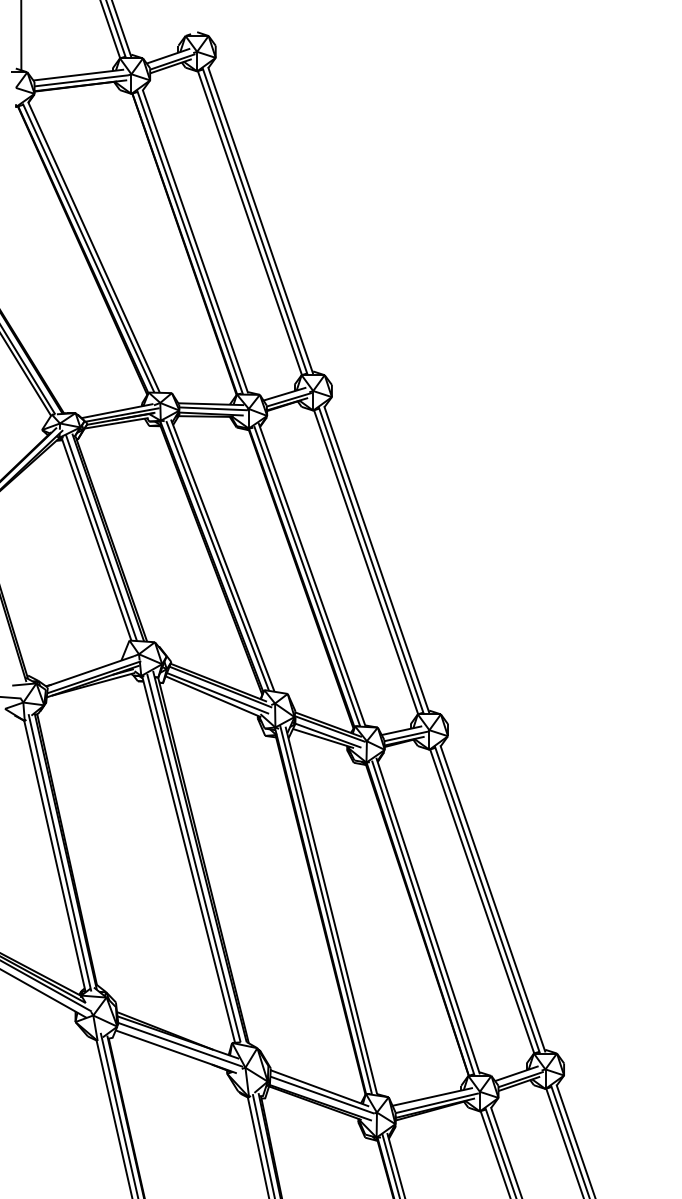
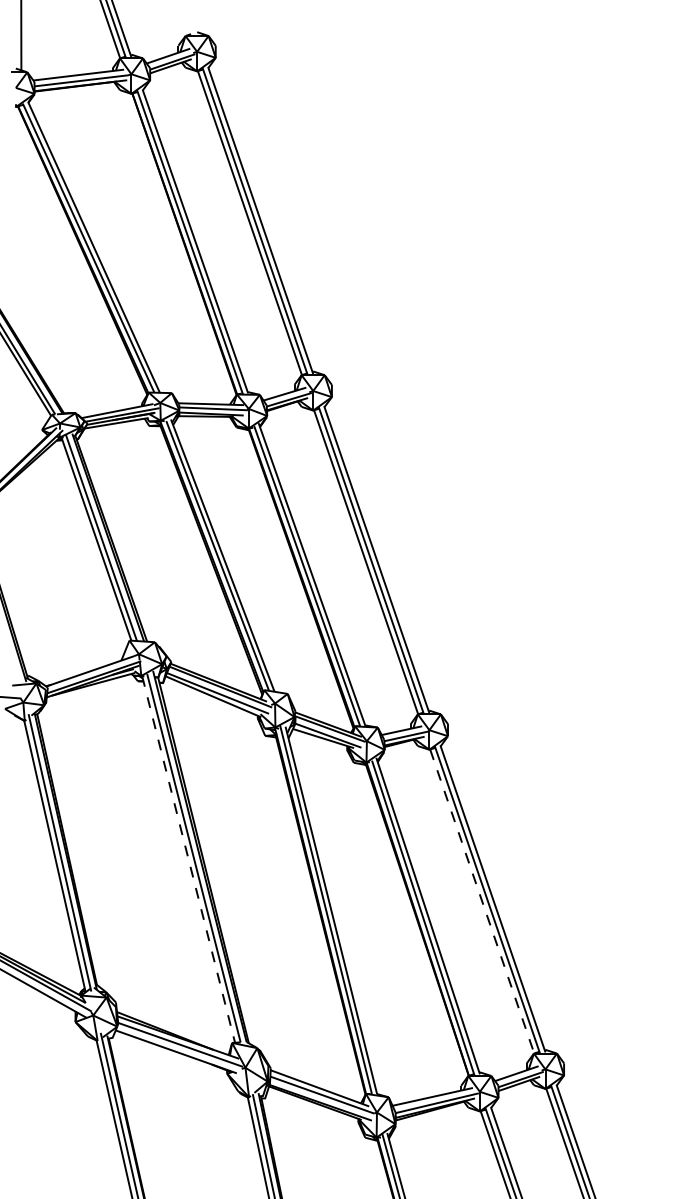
line at (188, 859): solid -> dashed
line at (482, 901): solid -> dashed
